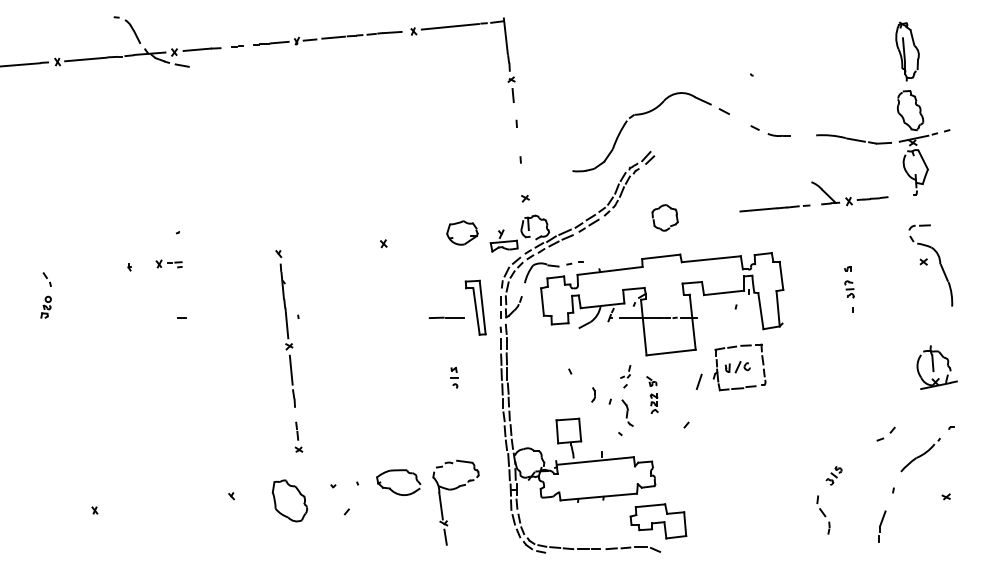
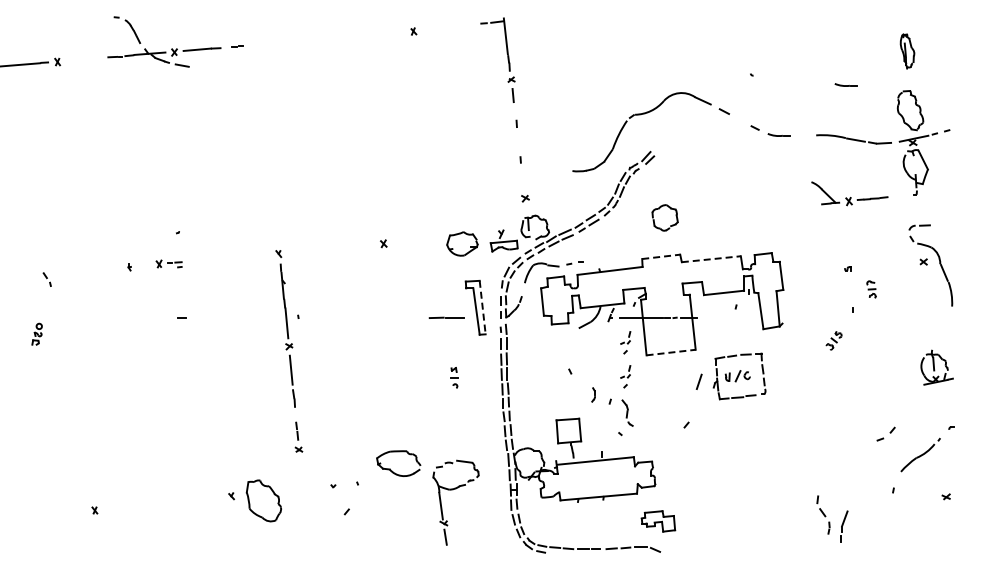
line at (449, 26): present -> none
part at (327, 38): present -> none
part at (907, 51) size: 25x61 px -> 17x37 px
line at (85, 59): present -> none
part at (845, 84): none -> present
line at (774, 208): present -> none
part at (462, 232) position: (462, 232) -> (462, 243)
line at (661, 256): solid -> dashed
line at (711, 259): solid -> dashed
part at (849, 289) position: (849, 289) -> (871, 289)
part at (45, 306) position: (45, 306) -> (36, 333)
line at (482, 307): solid -> dashed
part at (625, 342): none -> present
line at (671, 352): solid -> dashed
part at (739, 367) position: (739, 367) -> (739, 376)
part at (936, 367) size: 42x45 px -> 34x37 px
part at (652, 394): present -> none
part at (833, 475) position: (833, 475) -> (833, 340)
part at (391, 488) position: (391, 488) -> (391, 469)
part at (289, 500) position: (289, 500) -> (263, 500)
part at (658, 521) size: 59x37 px -> 37x23 px
part at (882, 526) position: (882, 526) -> (844, 526)
